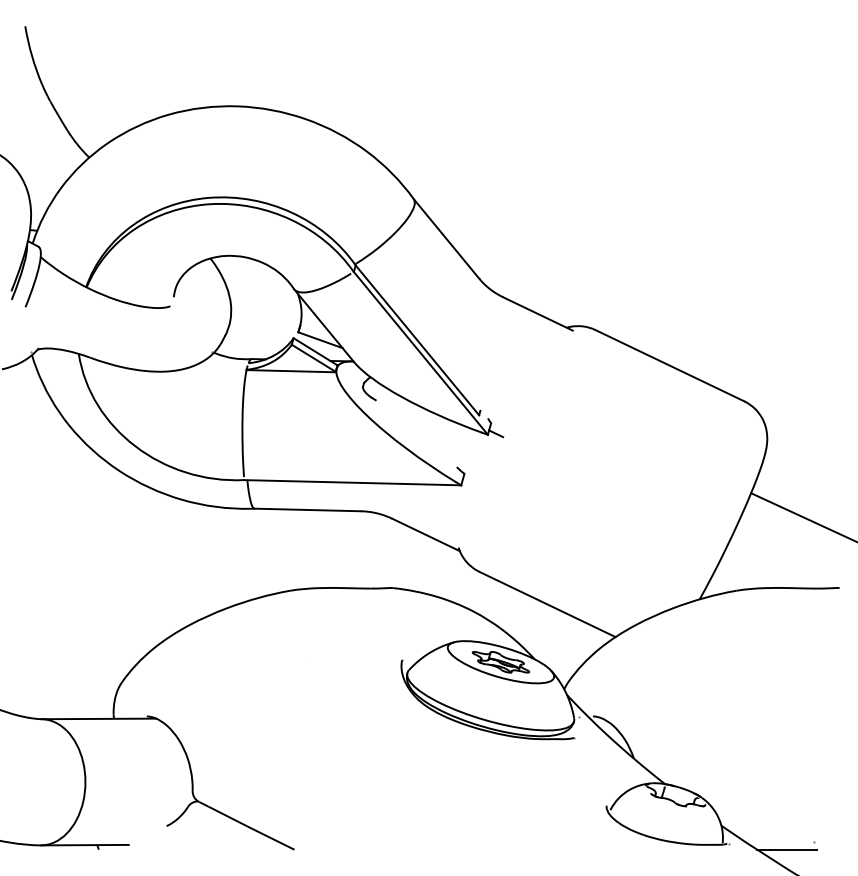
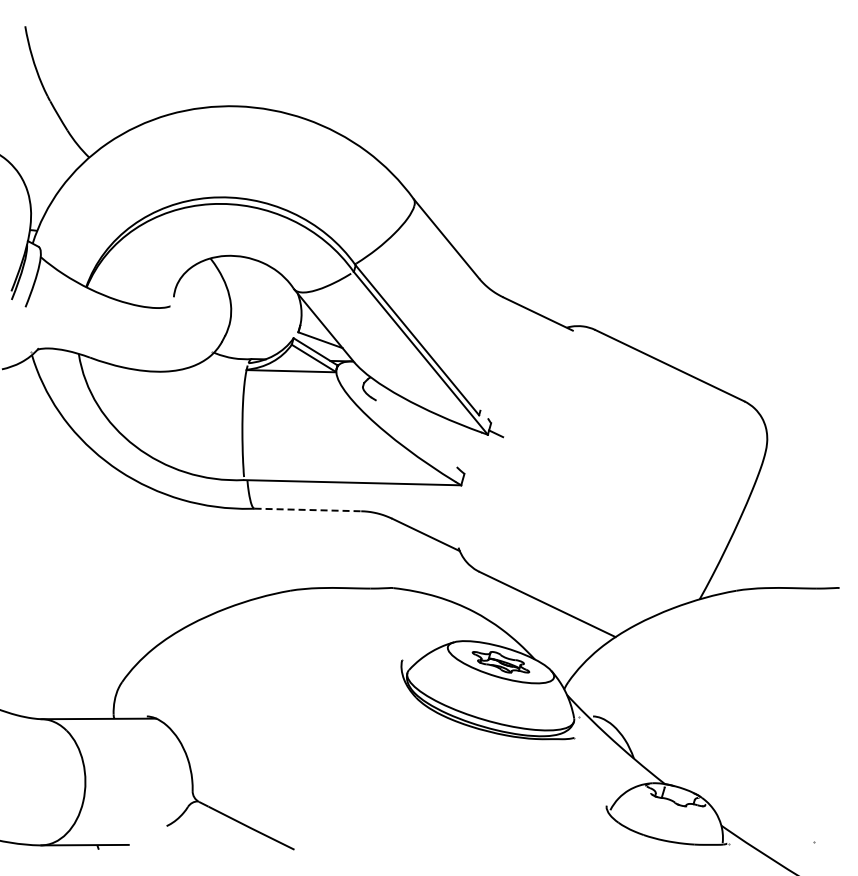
line at (308, 509): solid -> dashed
line at (802, 516): present -> none
line at (787, 849): present -> none
